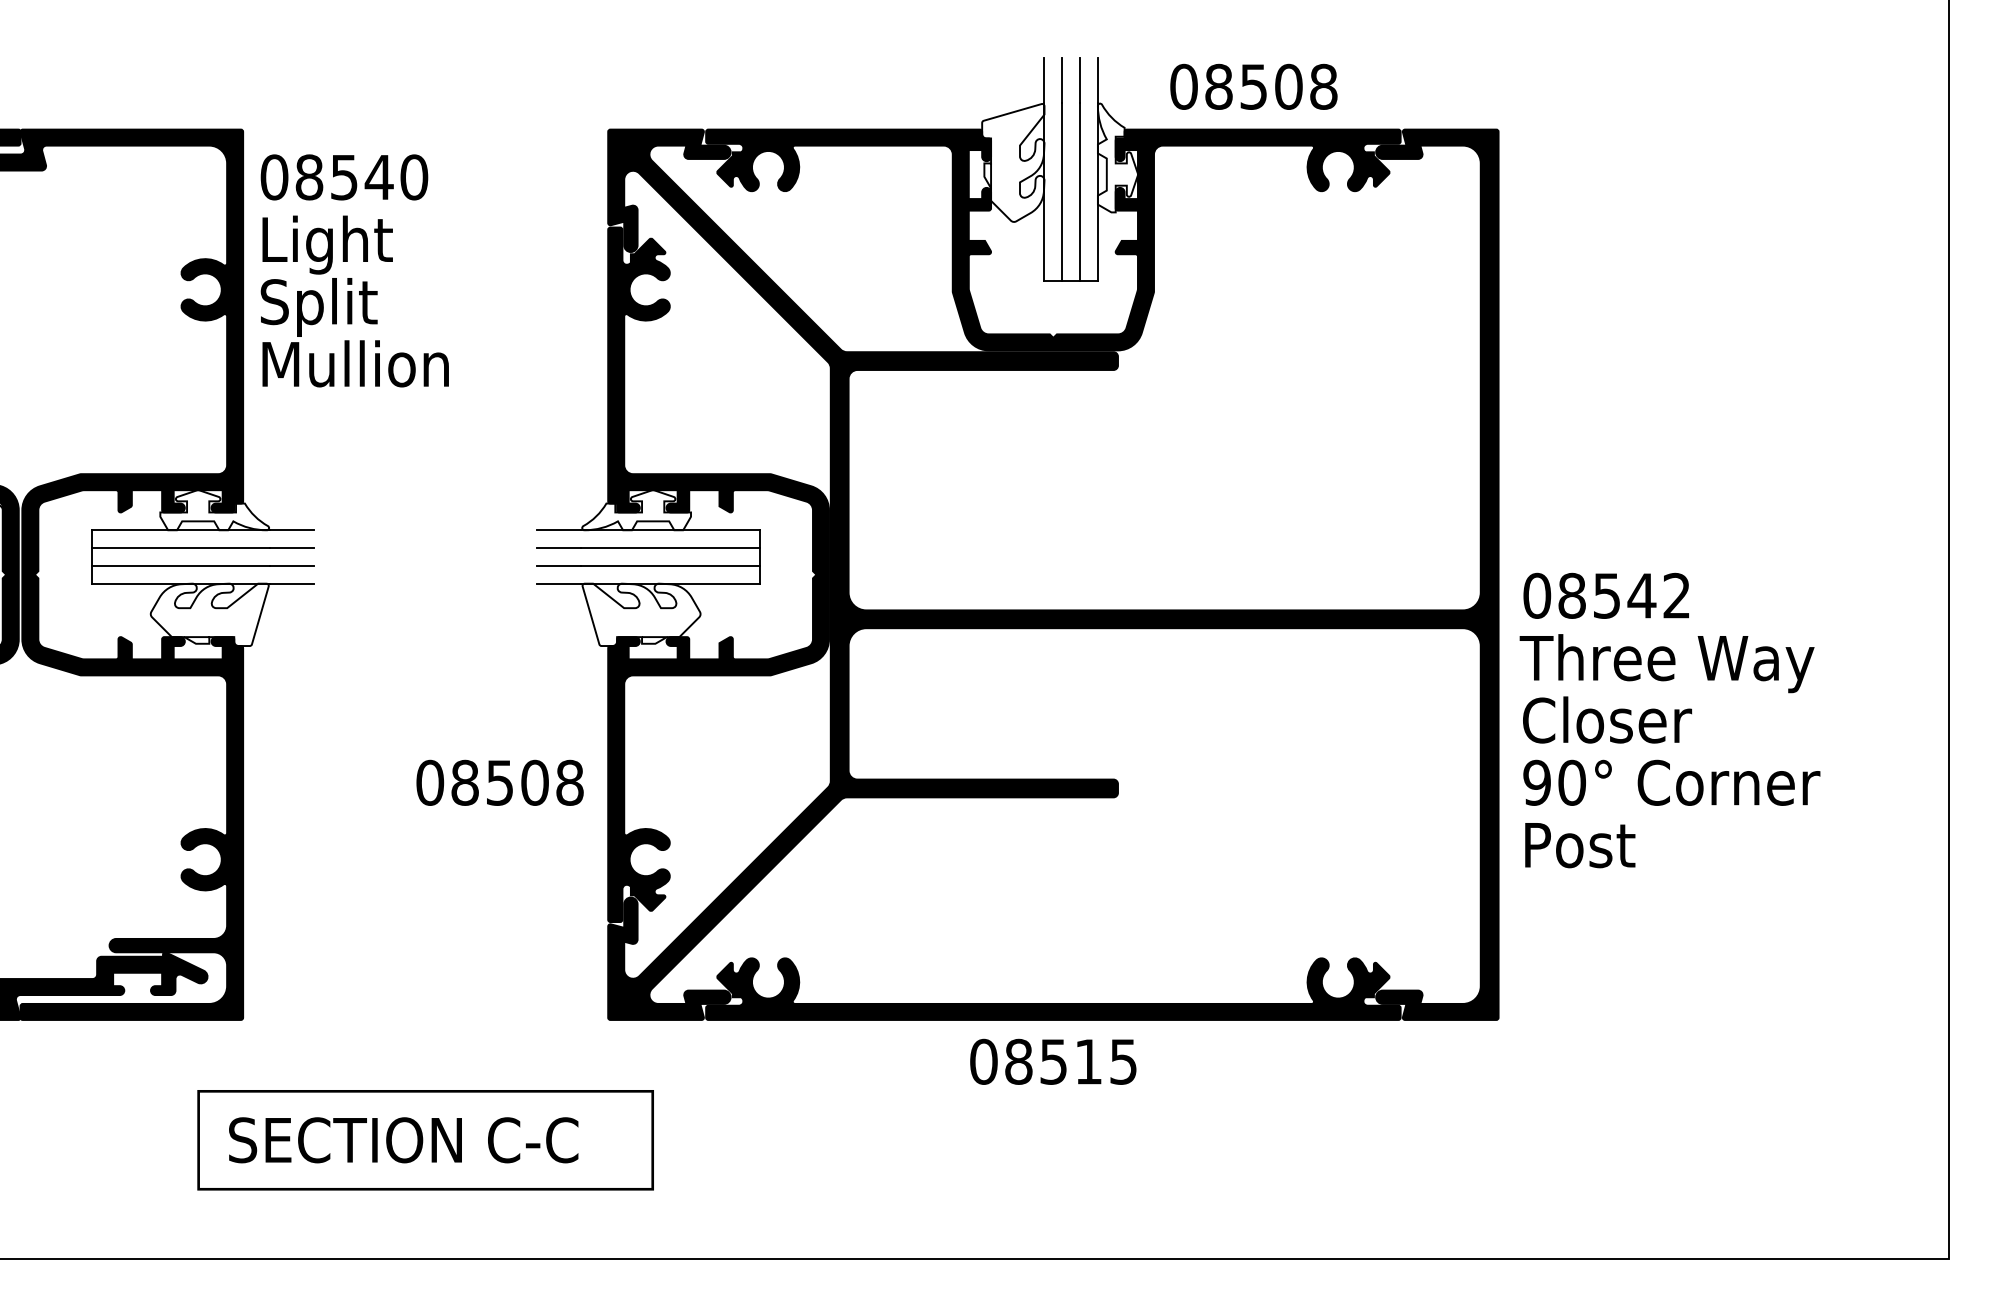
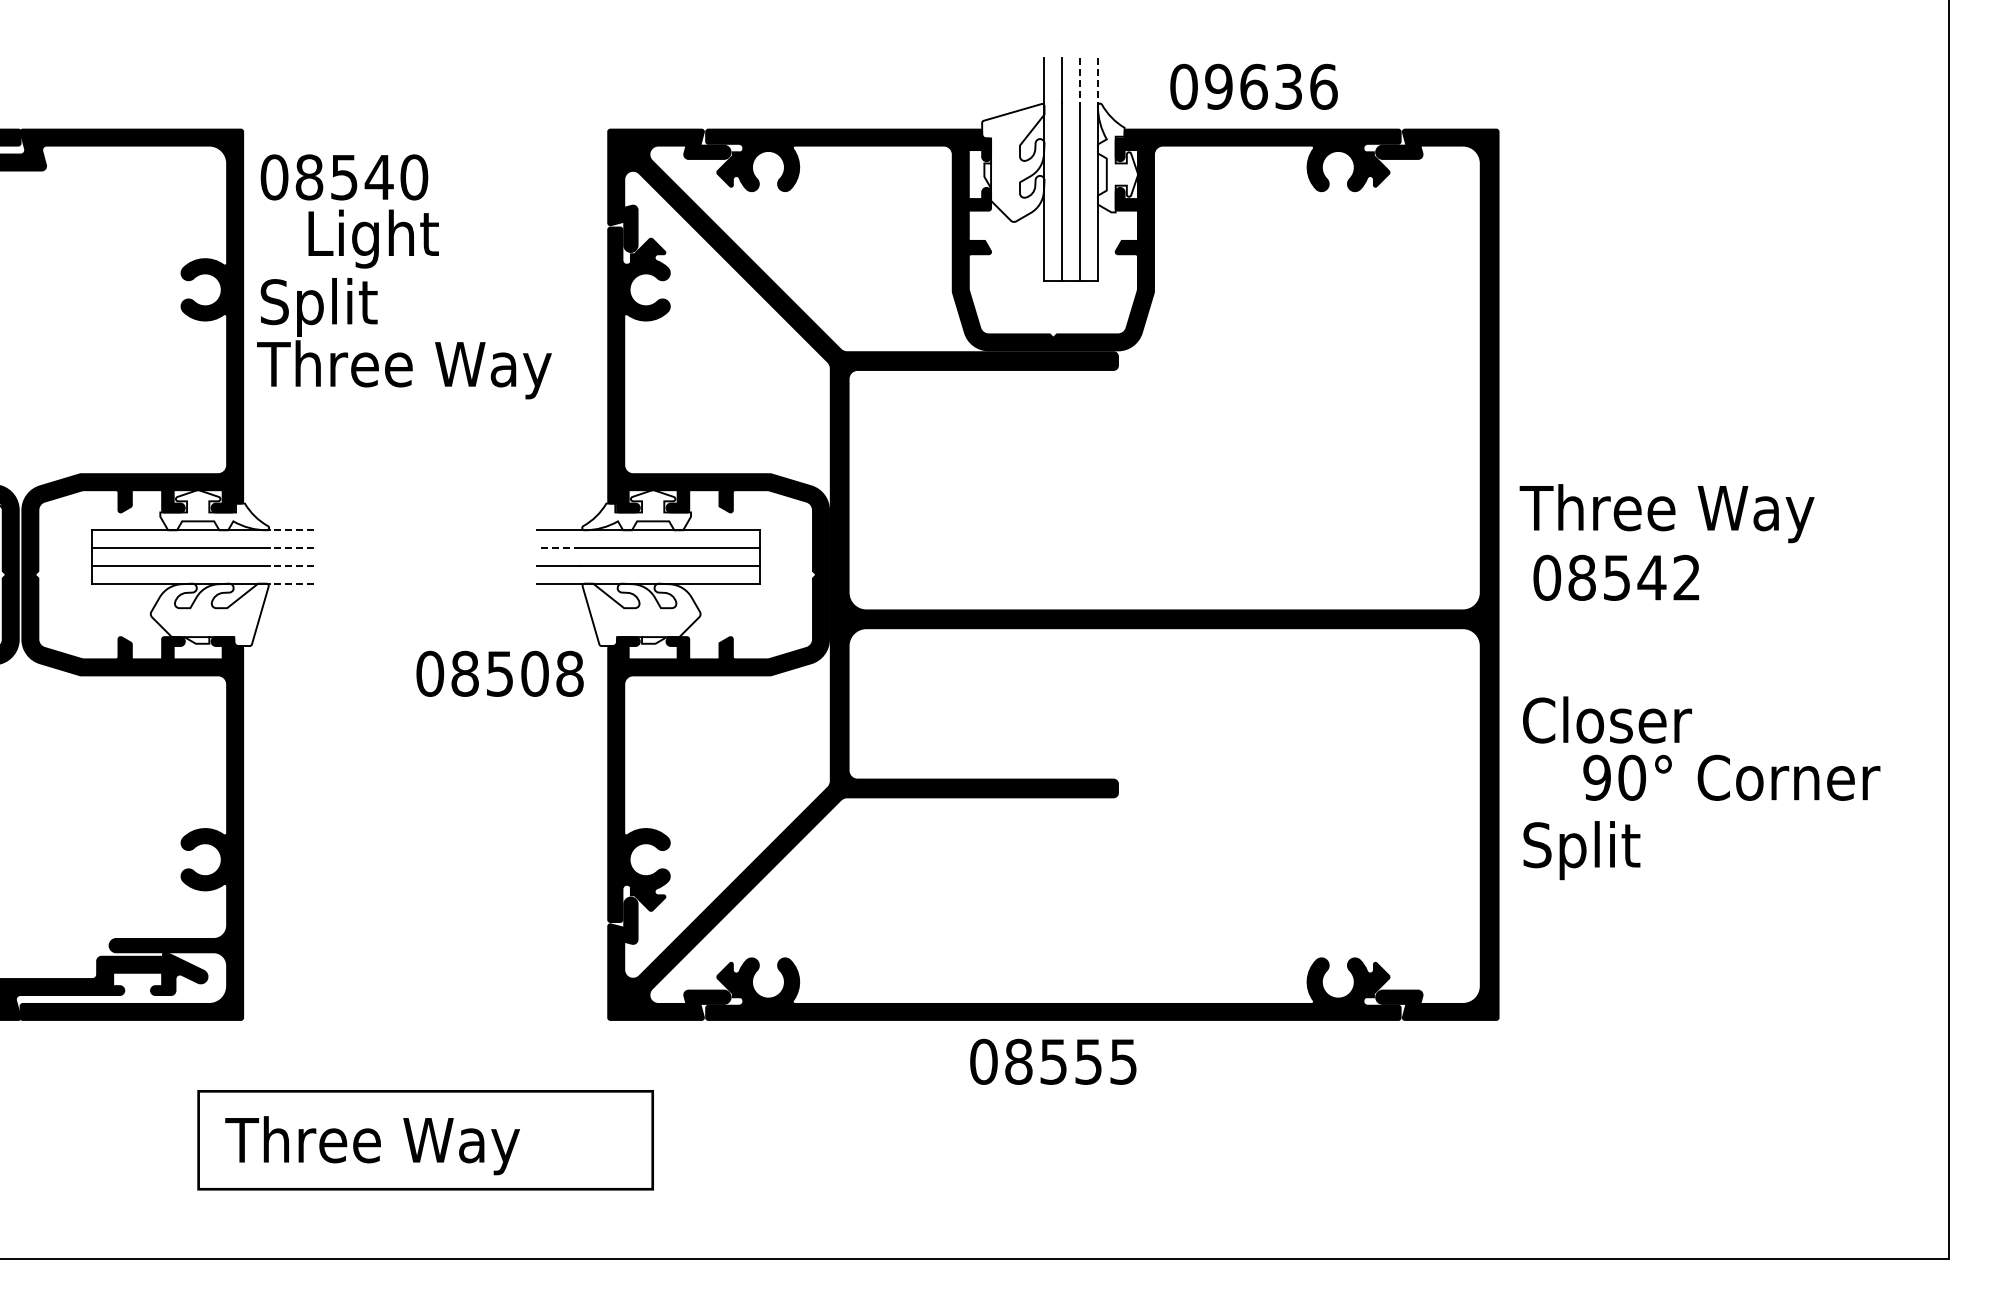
line at (1080, 81): solid -> dashed
line at (1097, 81): solid -> dashed
text at (1271, 86): 08508 -> 09636
text at (327, 244) position: (327, 244) -> (373, 238)
text at (404, 369): Mullion -> Three Way
line at (291, 530): solid -> dashed
line at (291, 548): solid -> dashed
line at (558, 548): solid -> dashed
line at (291, 565): solid -> dashed
line at (291, 583): solid -> dashed
text at (1605, 595) position: (1605, 595) -> (1615, 577)
text at (1666, 663) position: (1666, 663) -> (1666, 513)
text at (499, 782) position: (499, 782) -> (499, 673)
text at (1671, 782) position: (1671, 782) -> (1731, 777)
text at (1581, 850): Post -> Split
text at (1088, 1061): 08515 -> 08555
text at (401, 1145): SECTION C-C -> Three Way
